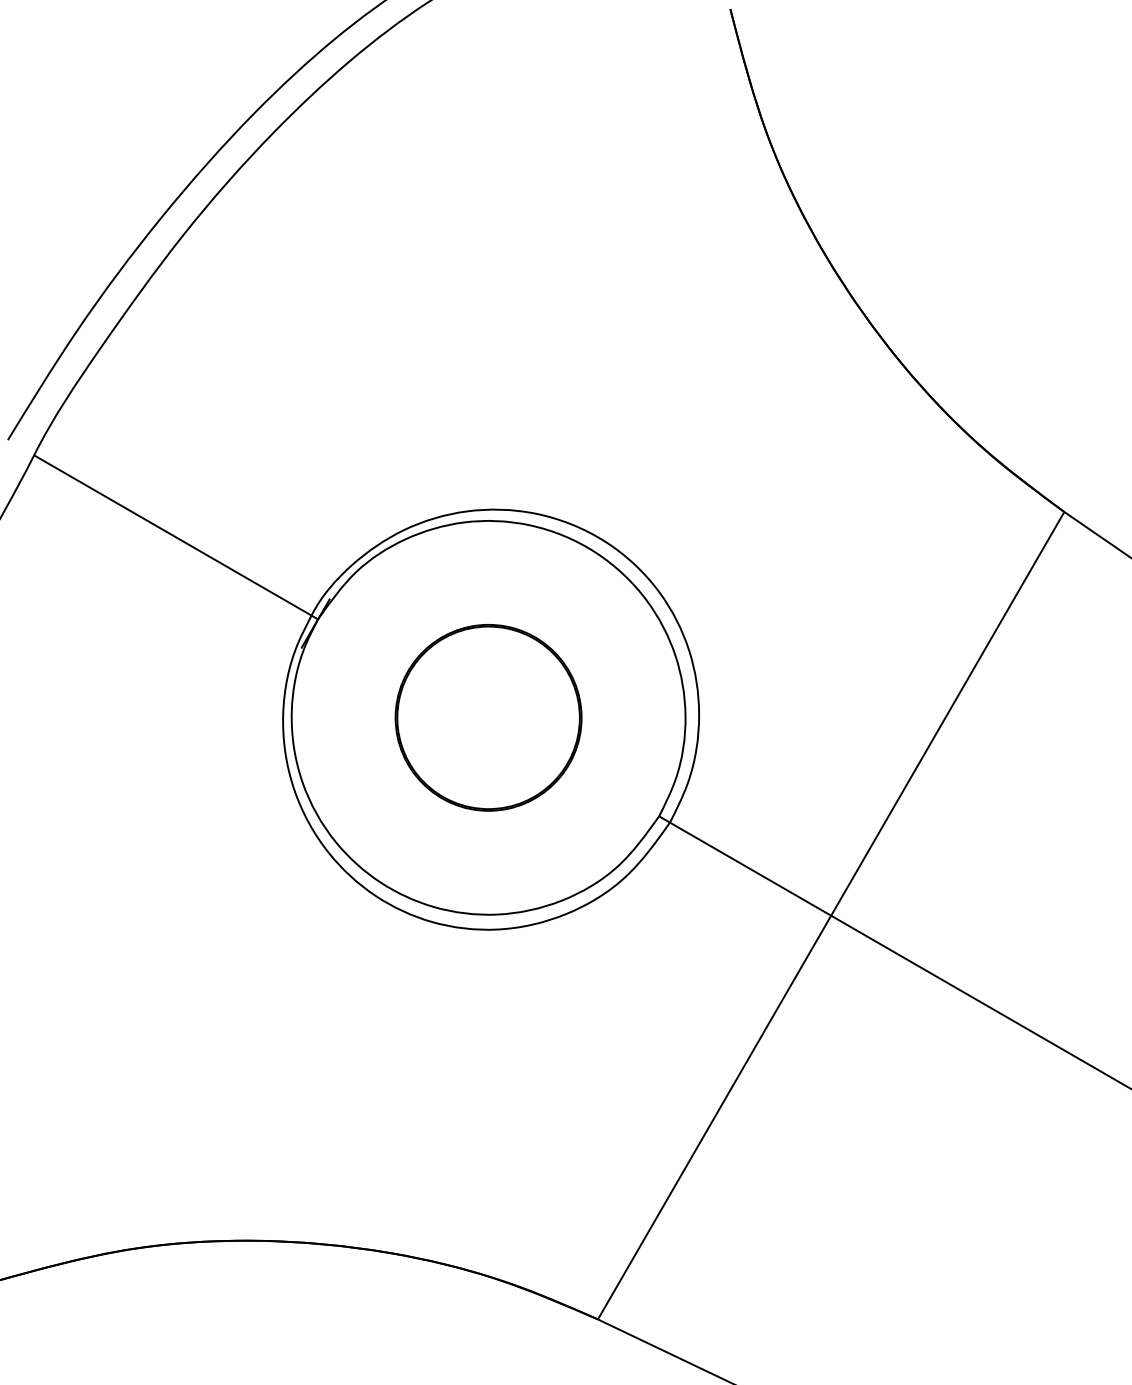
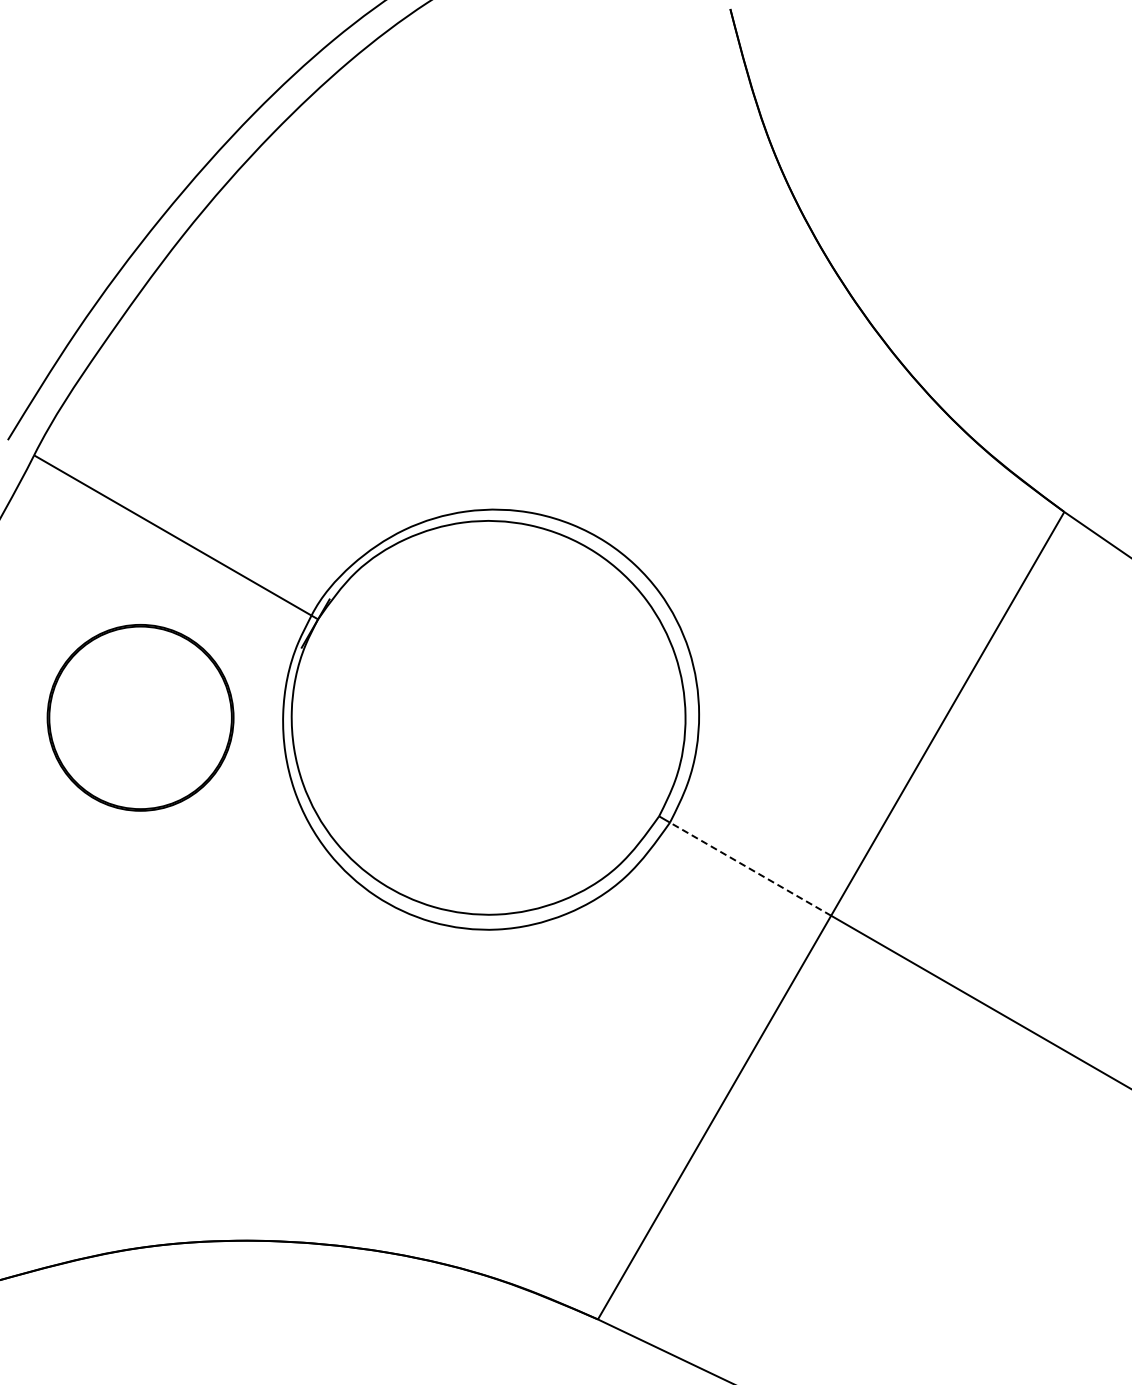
part at (488, 717) position: (488, 717) -> (140, 717)
line at (750, 868): solid -> dashed
